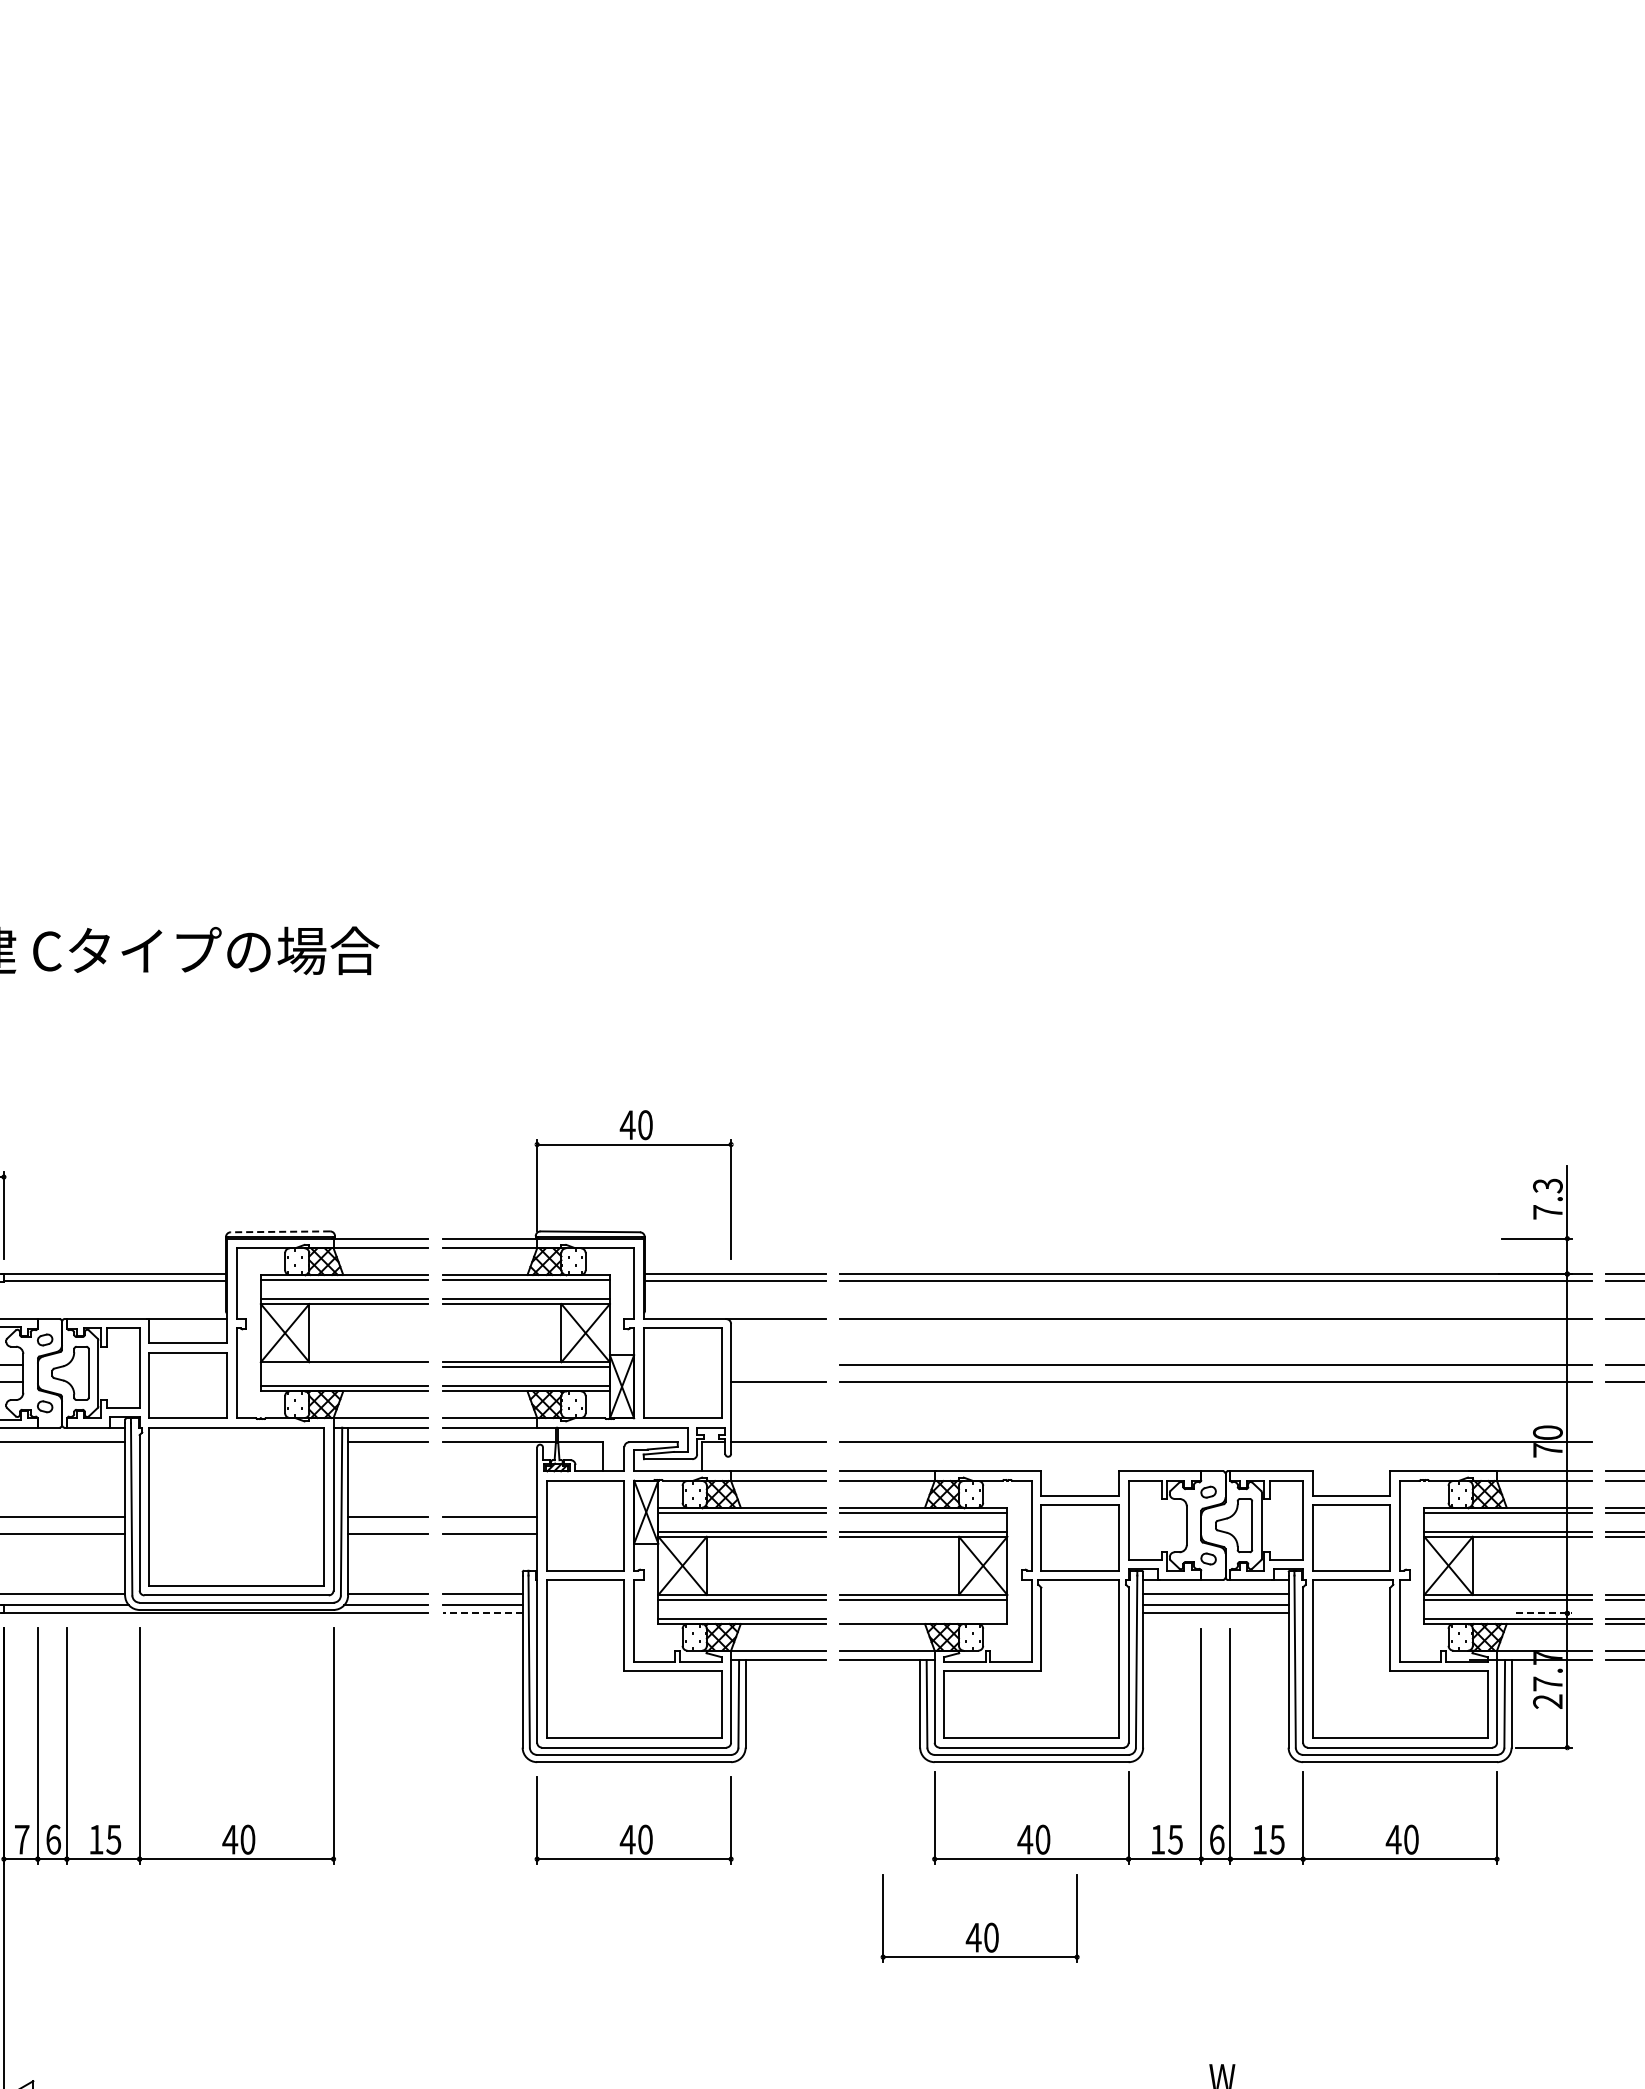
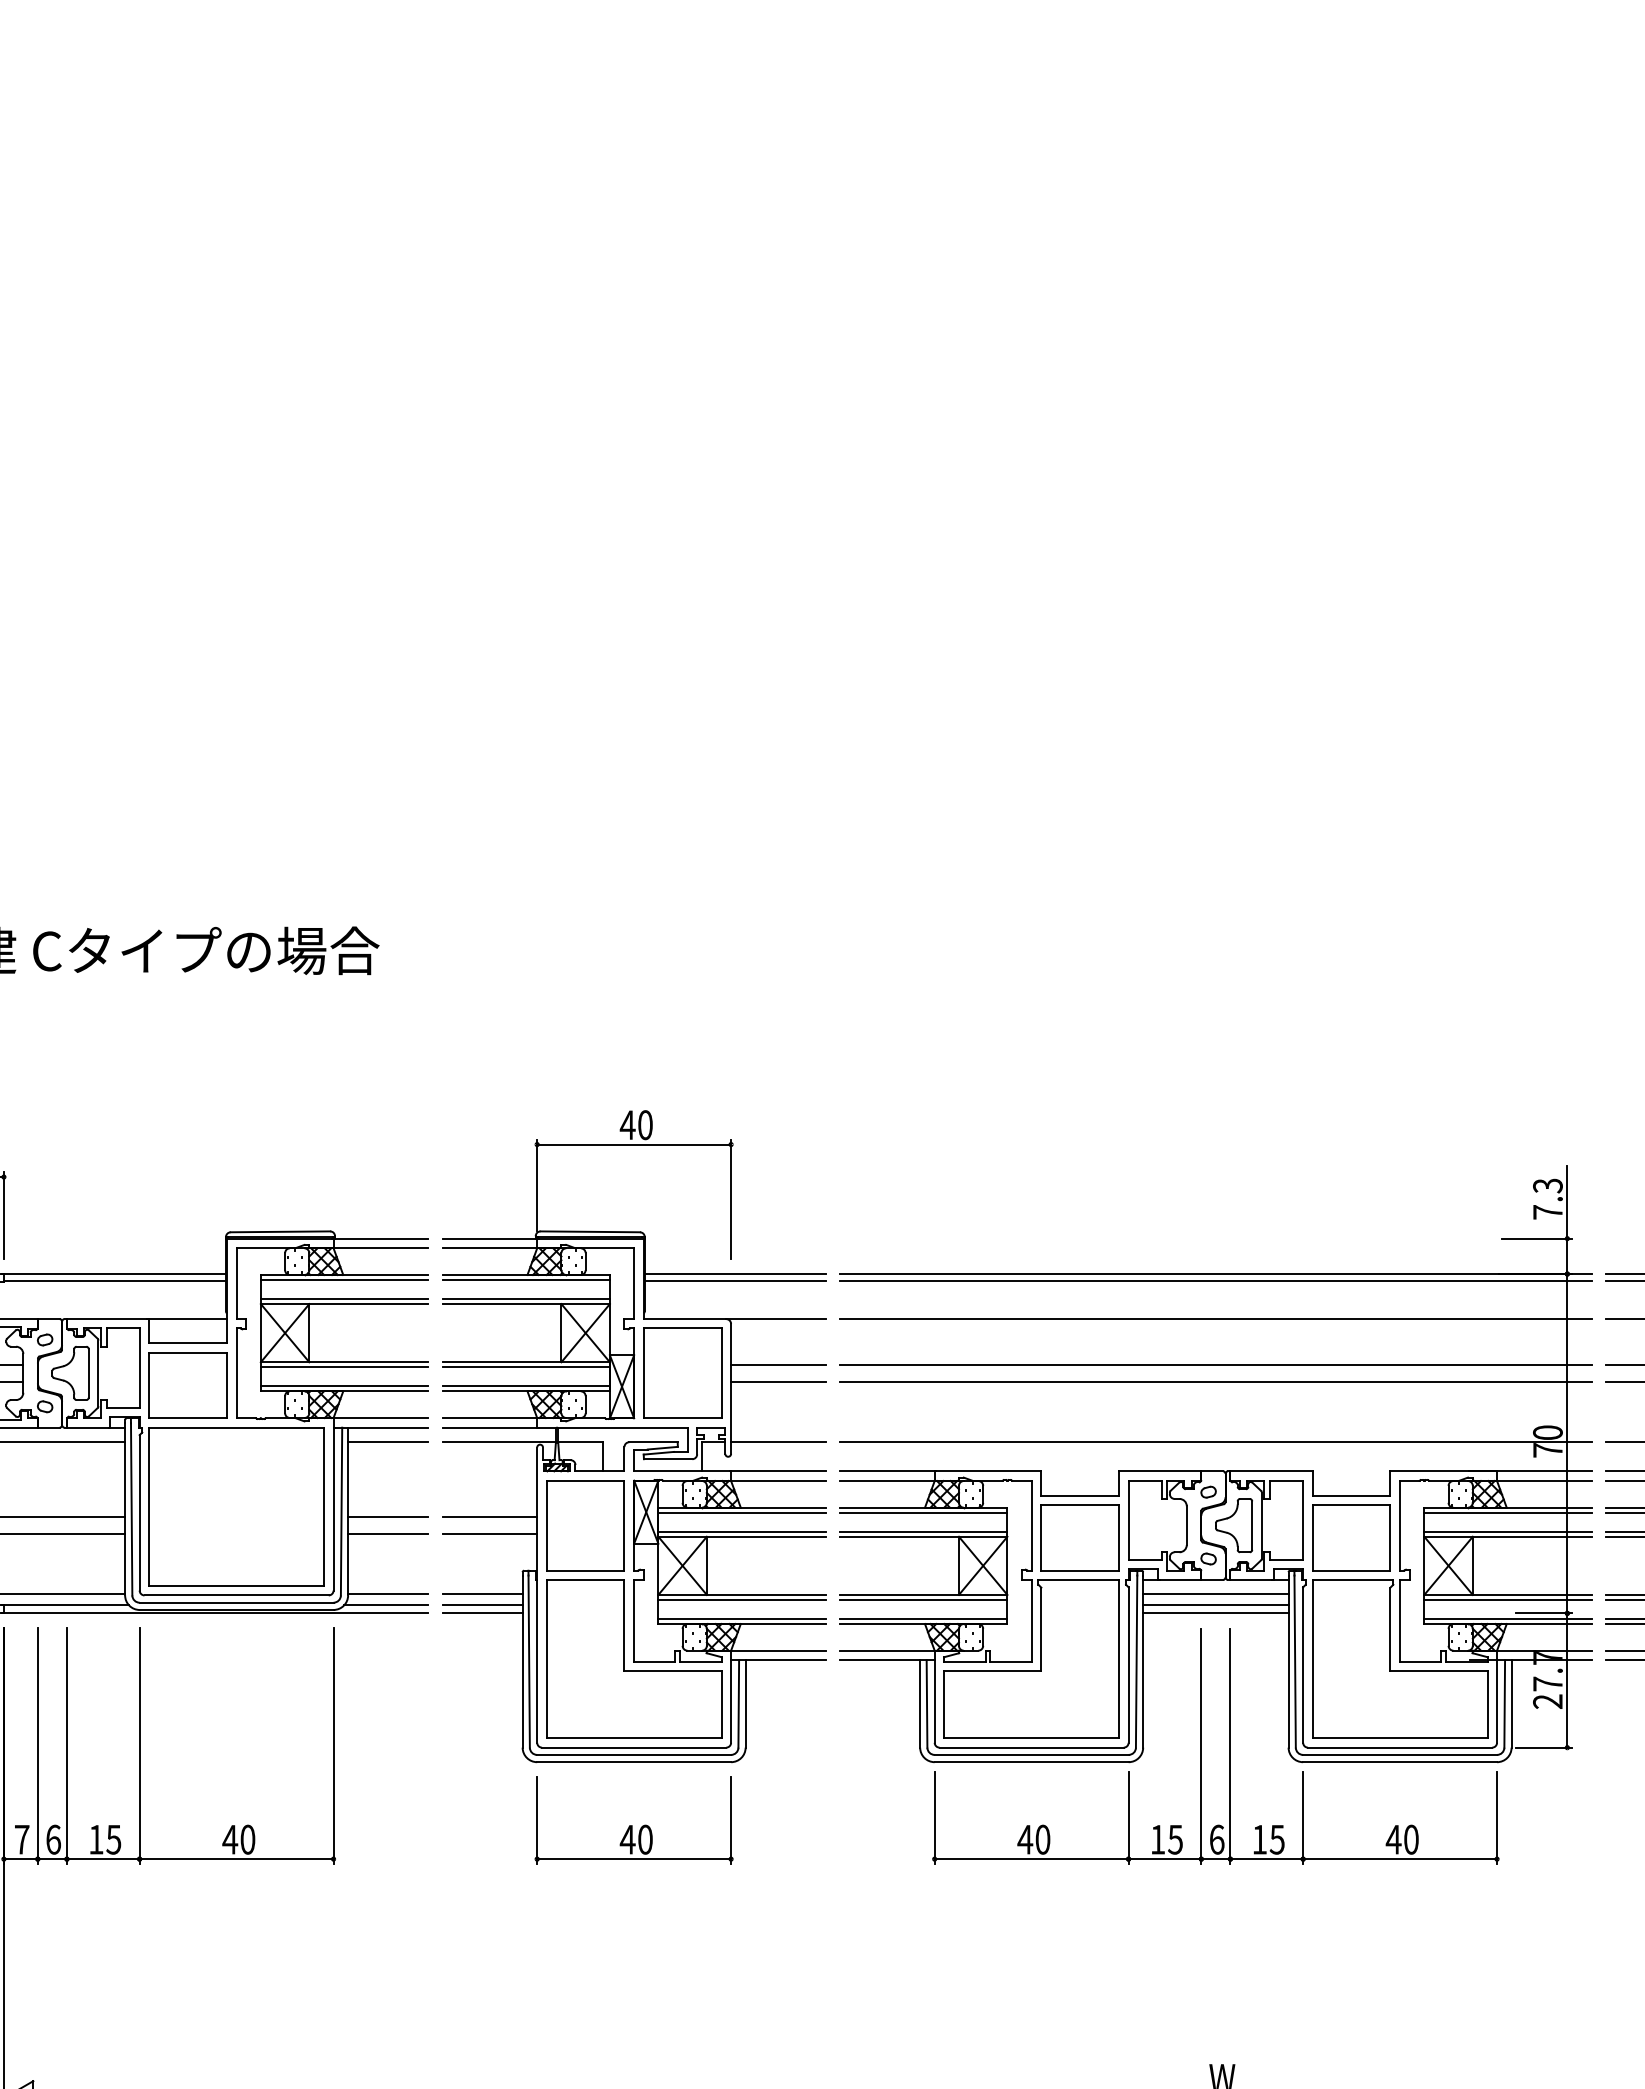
line at (280, 1231): dashed -> solid
line at (778, 1365): none -> present
line at (344, 1367): none -> present
line at (1623, 1442): none -> present
line at (482, 1613): dashed -> solid
line at (1544, 1613): dashed -> solid
line at (923, 1619): none -> present
part at (979, 1918): present -> none
